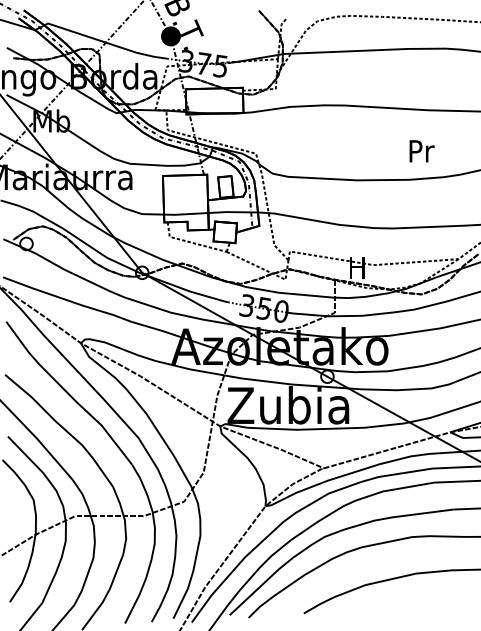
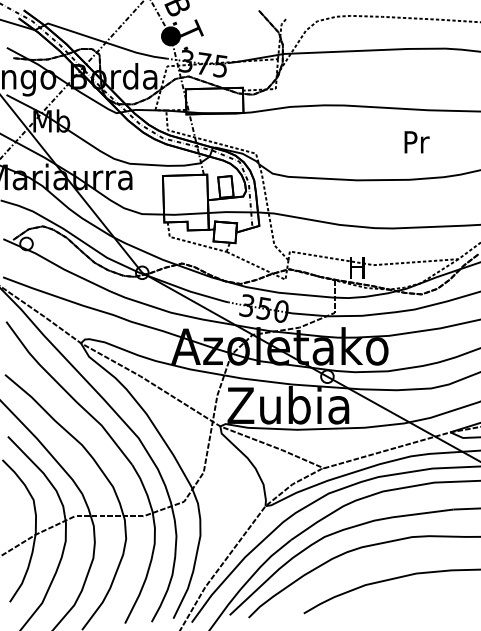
text at (421, 151) position: (421, 151) -> (416, 142)
